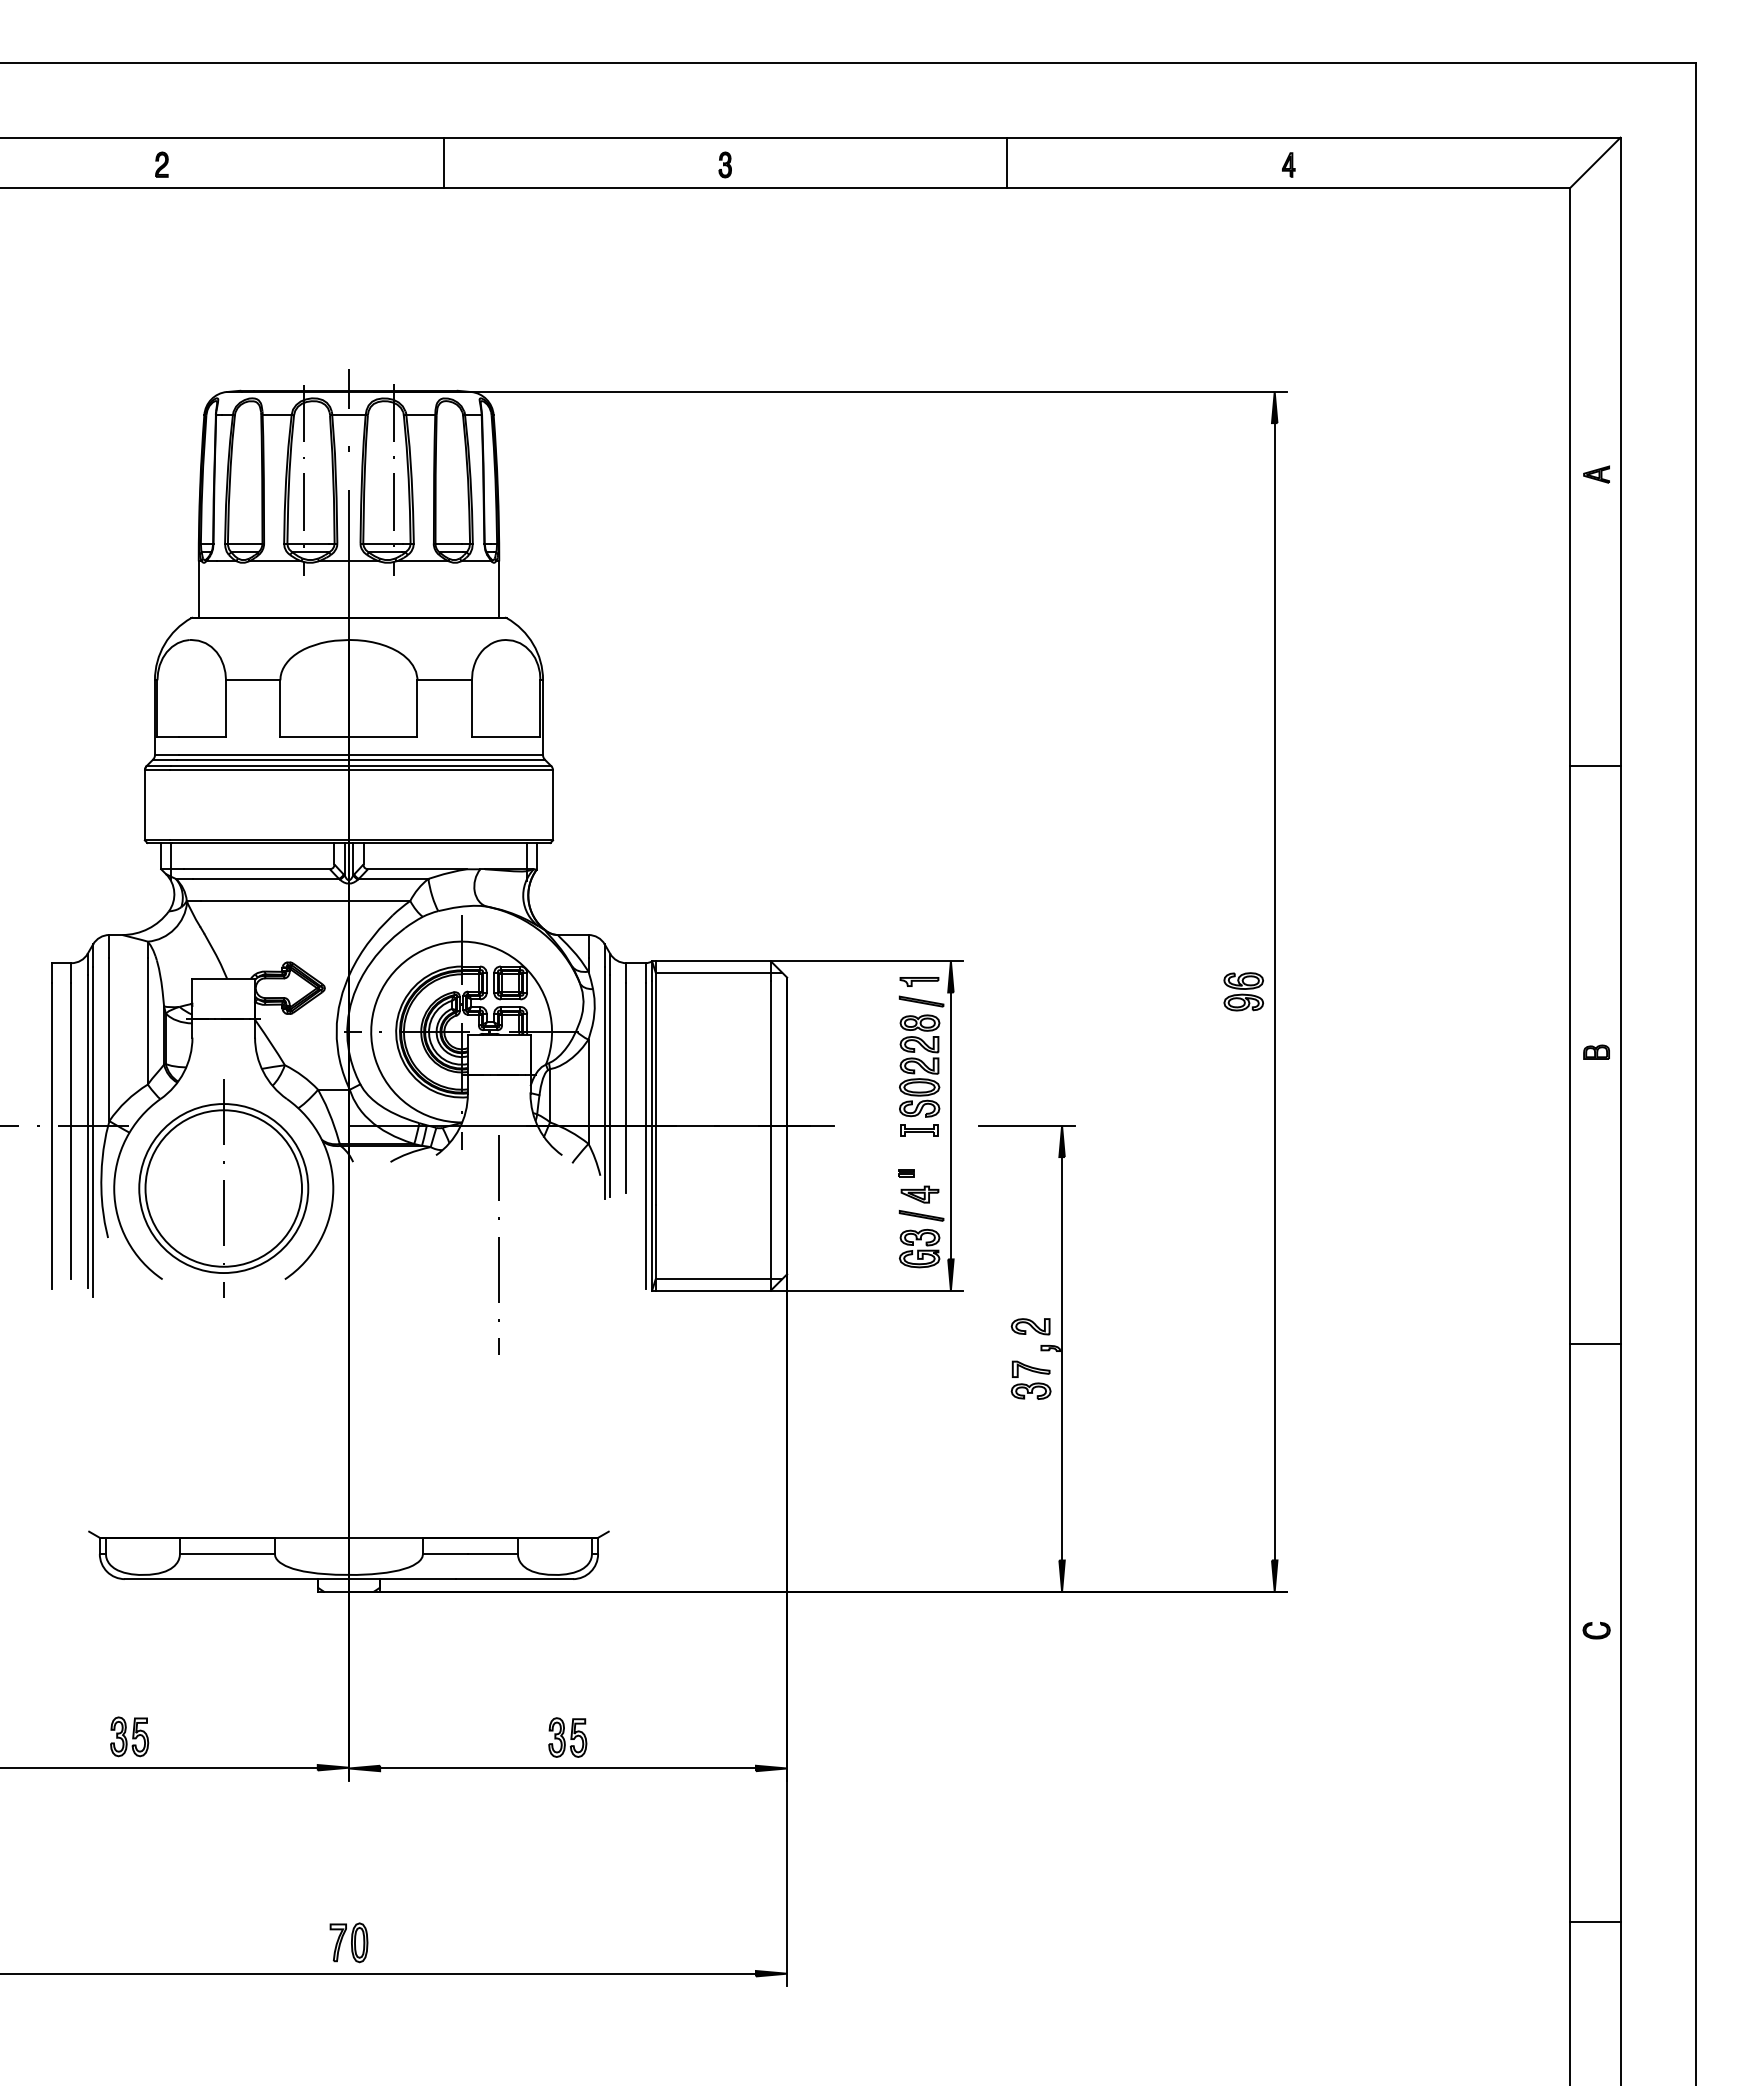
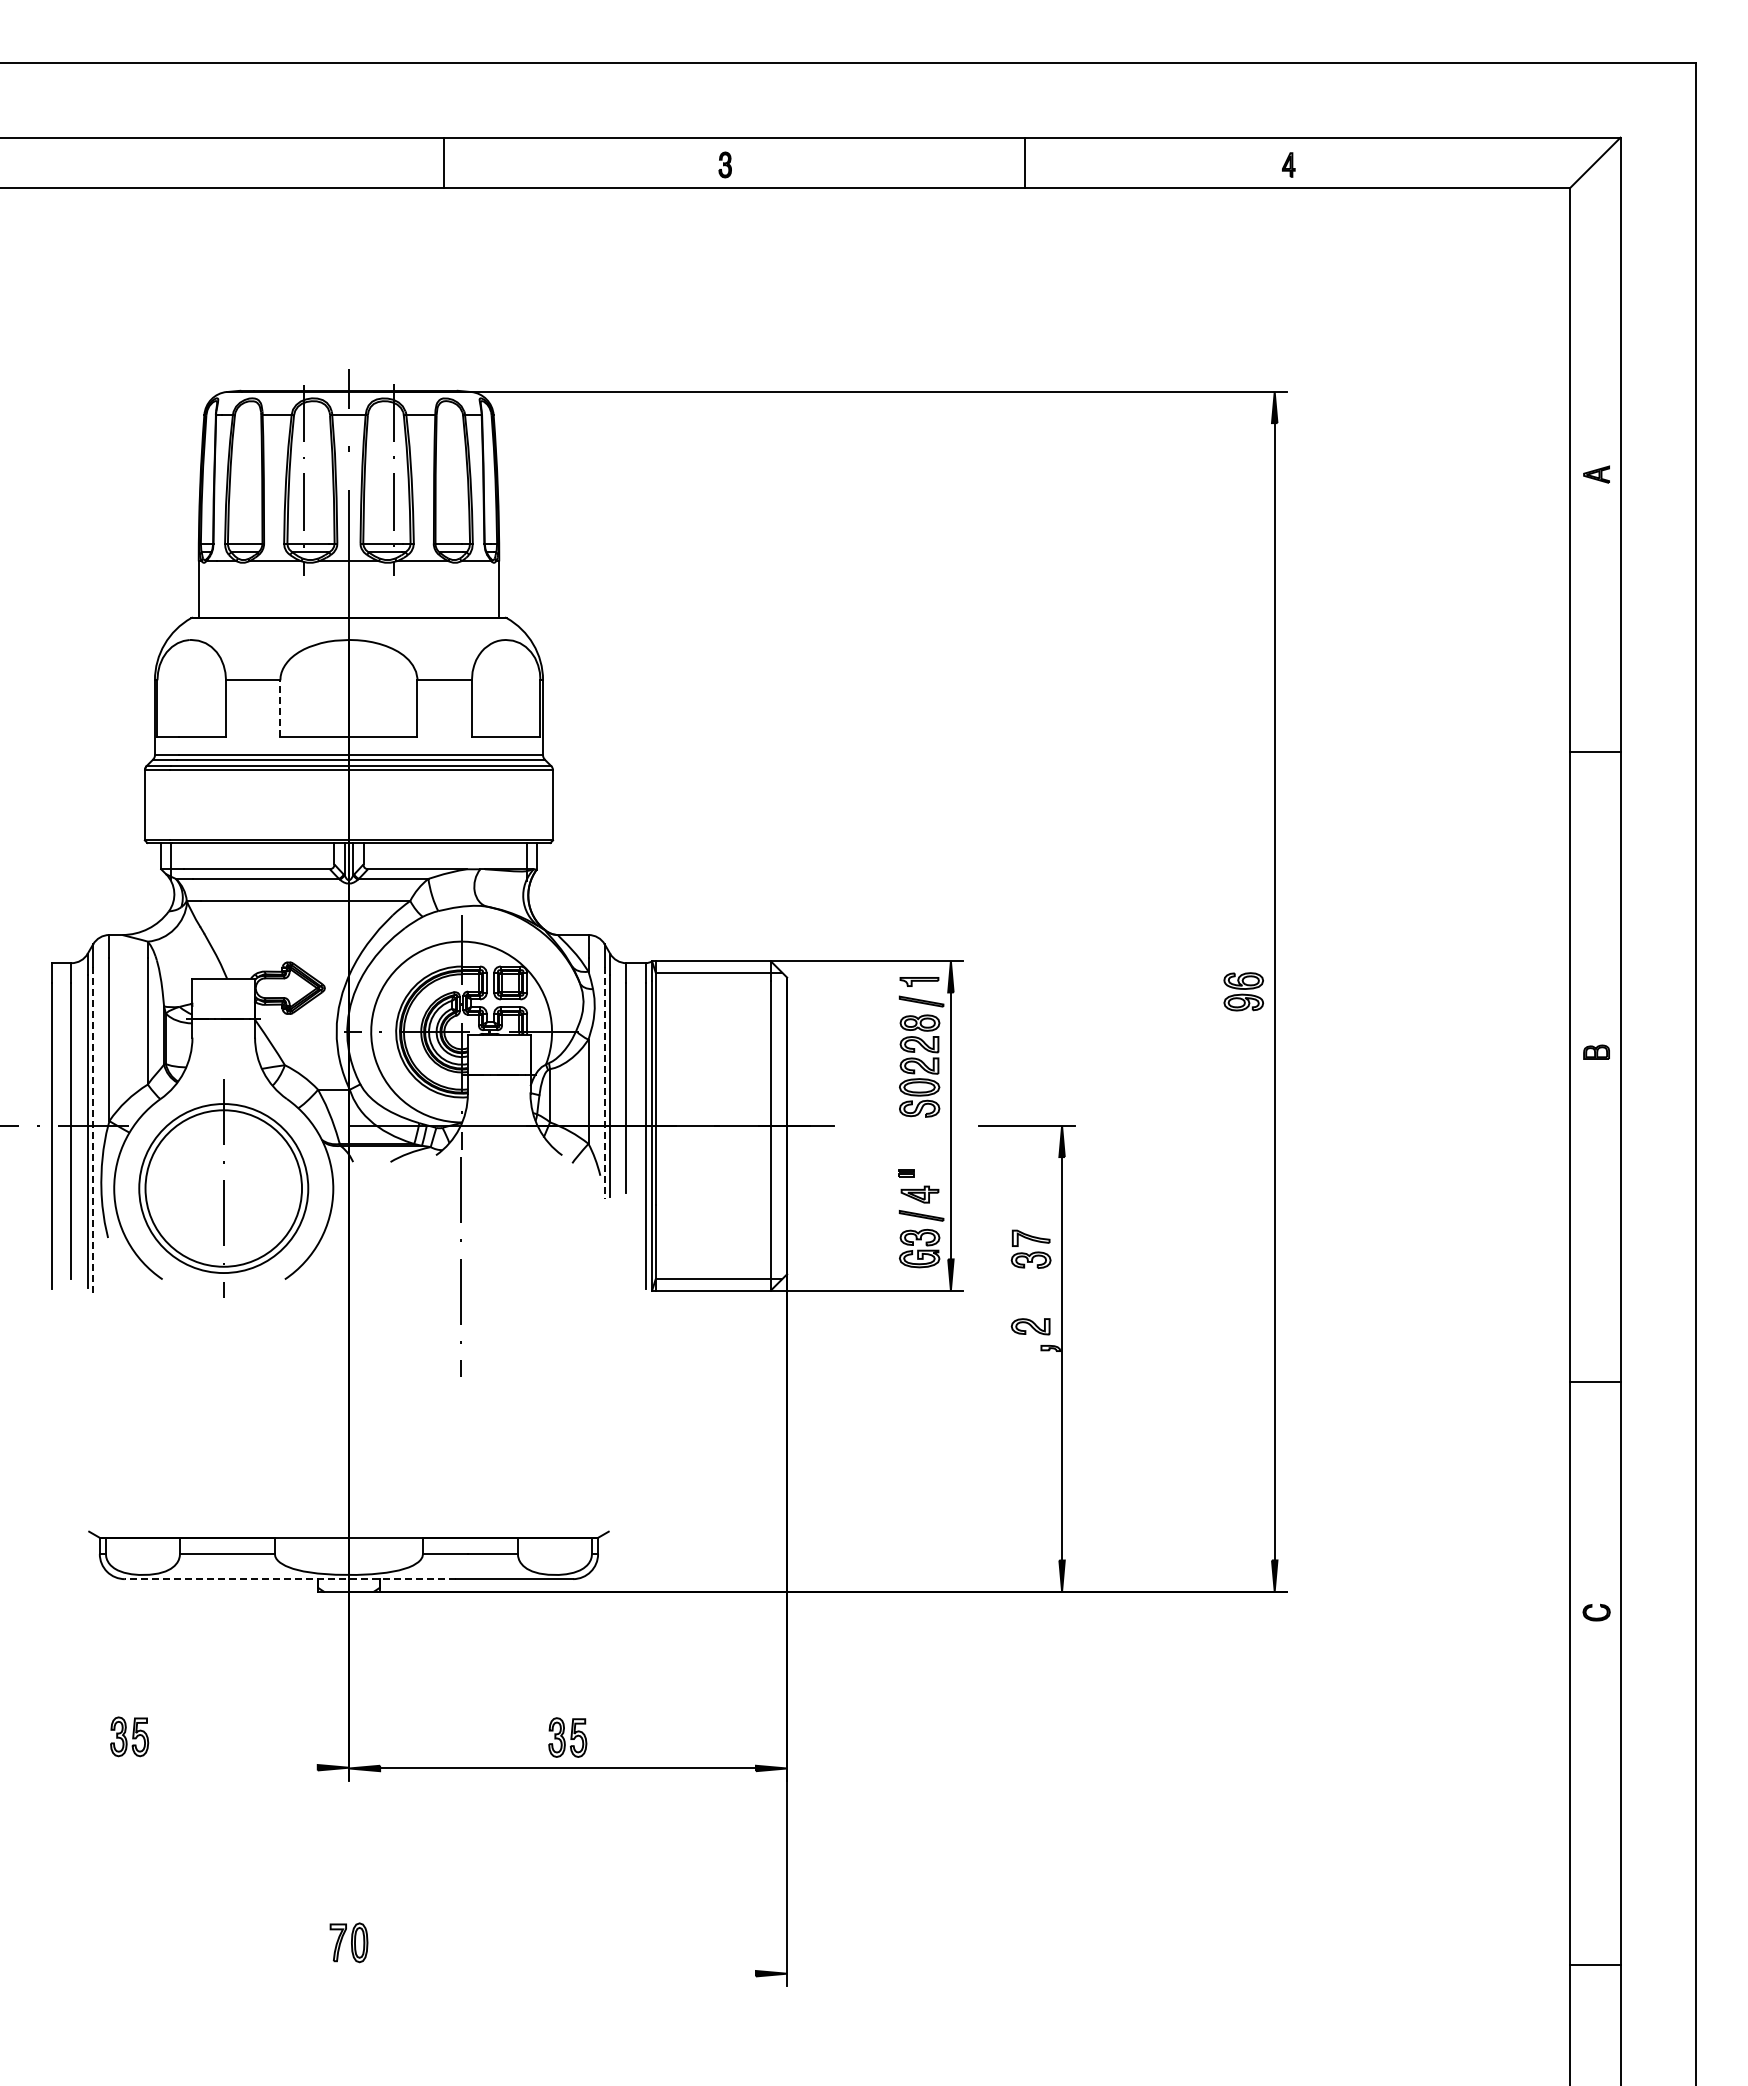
line at (1007, 162) position: (1007, 162) -> (1025, 162)
part at (161, 164): present -> none
line at (280, 707): solid -> dashed
line at (1595, 765) position: (1595, 765) -> (1595, 751)
line at (604, 1083): solid -> dashed
part at (919, 1130): present -> none
line at (93, 1132): solid -> dashed
line at (498, 1244) position: (498, 1244) -> (460, 1266)
line at (1595, 1343) position: (1595, 1343) -> (1595, 1381)
part at (1030, 1379) position: (1030, 1379) -> (1030, 1248)
line at (290, 1579): solid -> dashed
part at (1596, 1630) position: (1596, 1630) -> (1596, 1612)
line at (159, 1767): present -> none
line at (1595, 1921) position: (1595, 1921) -> (1595, 1964)
line at (378, 1973): present -> none
